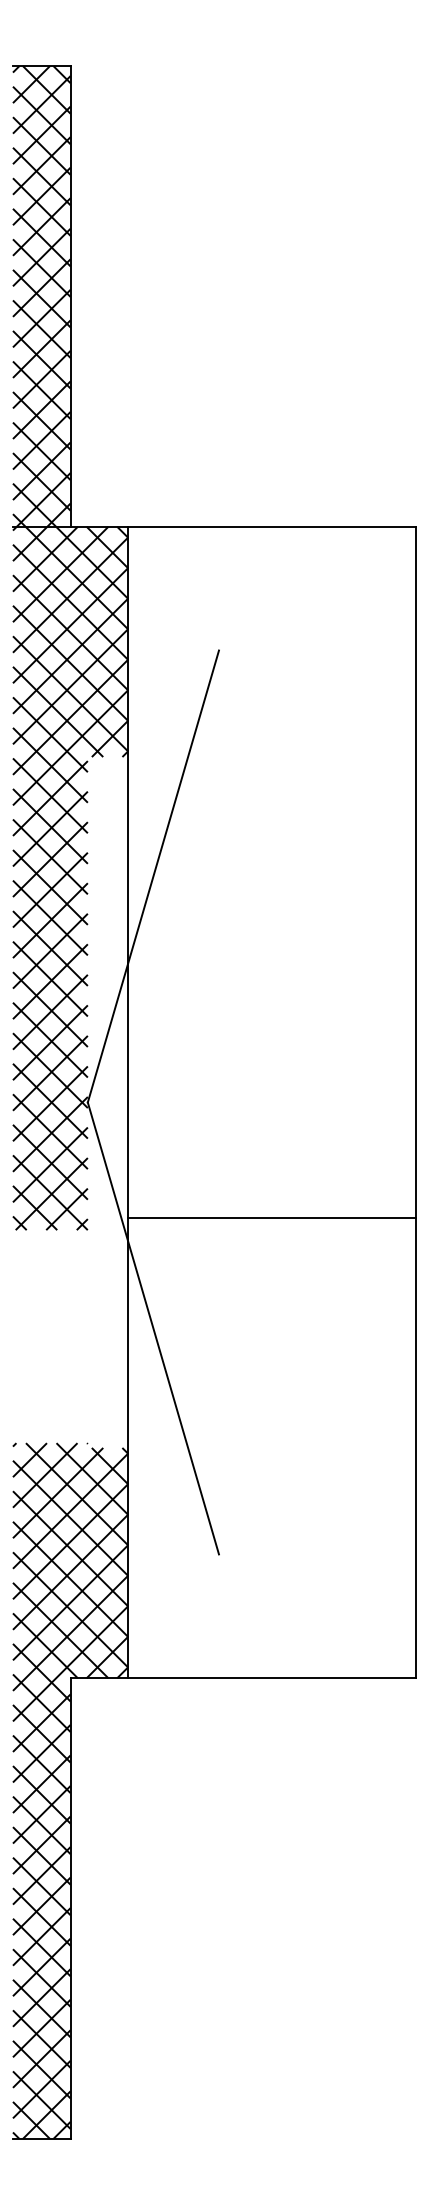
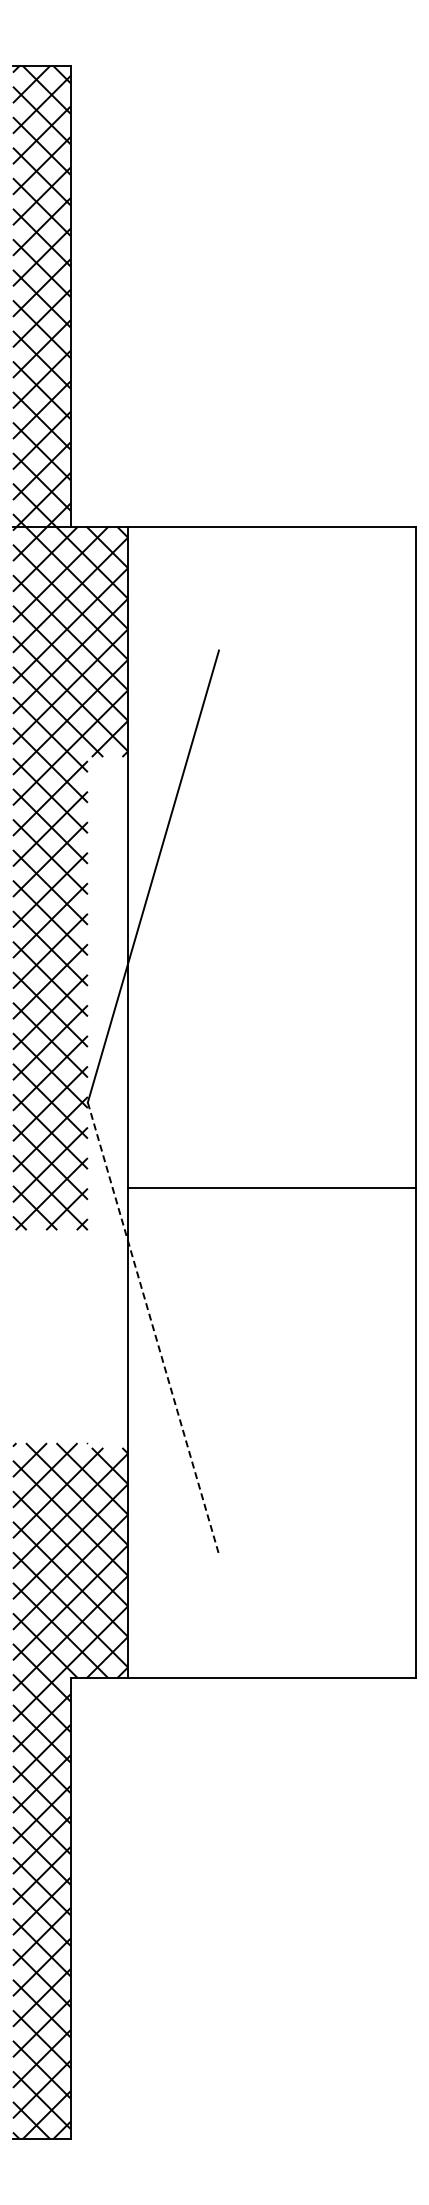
line at (272, 1217) position: (272, 1217) -> (272, 1187)
line at (153, 1328): solid -> dashed
